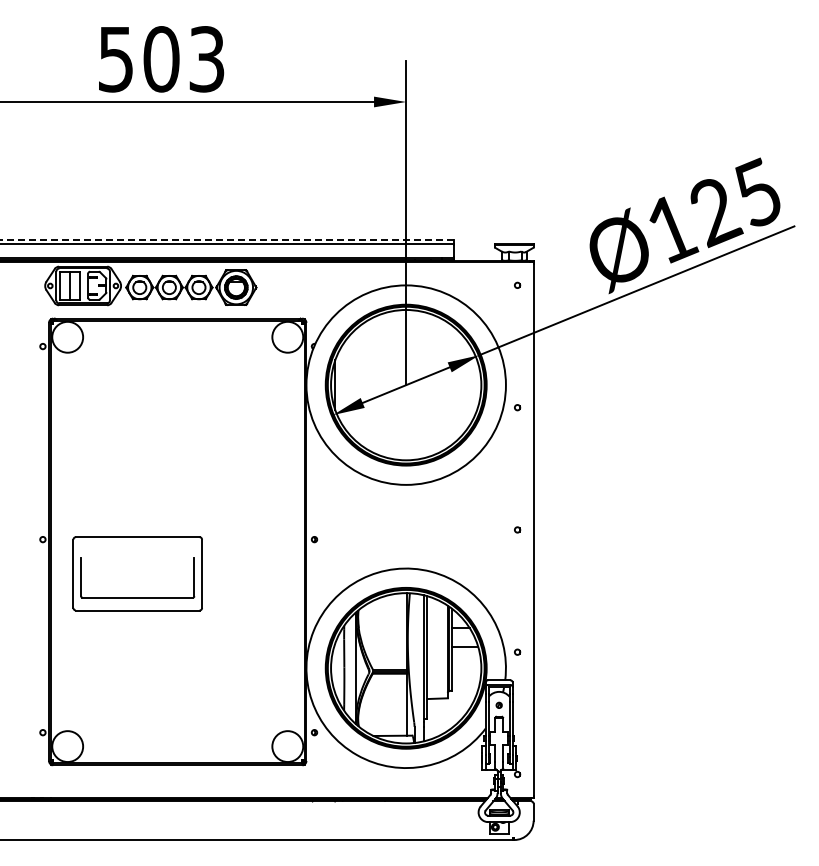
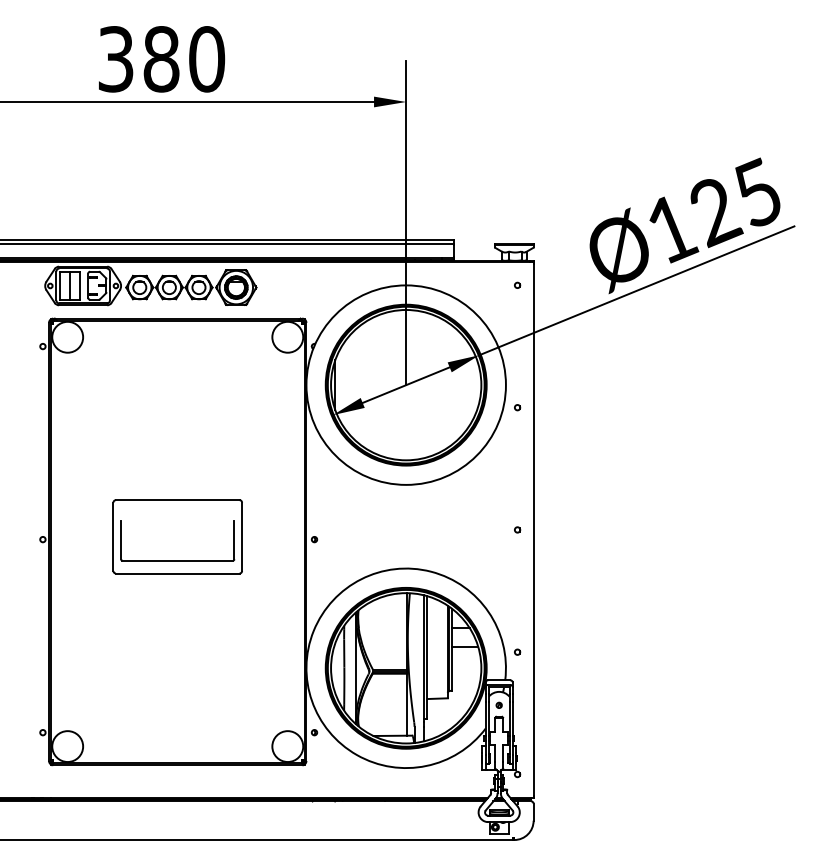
text at (162, 59): 503 -> 380
line at (227, 239): dashed -> solid
part at (137, 573) position: (137, 573) -> (177, 536)
